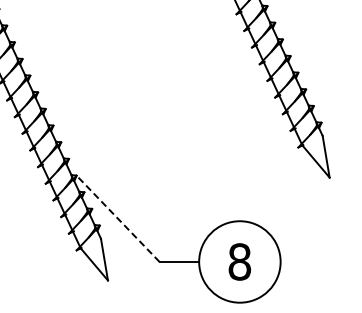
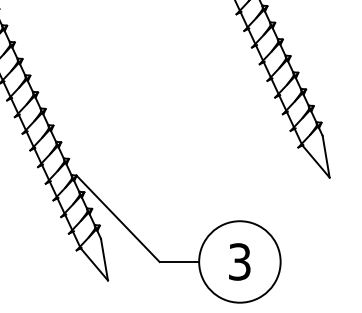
line at (118, 218): dashed -> solid
text at (239, 261): 8 -> 3
